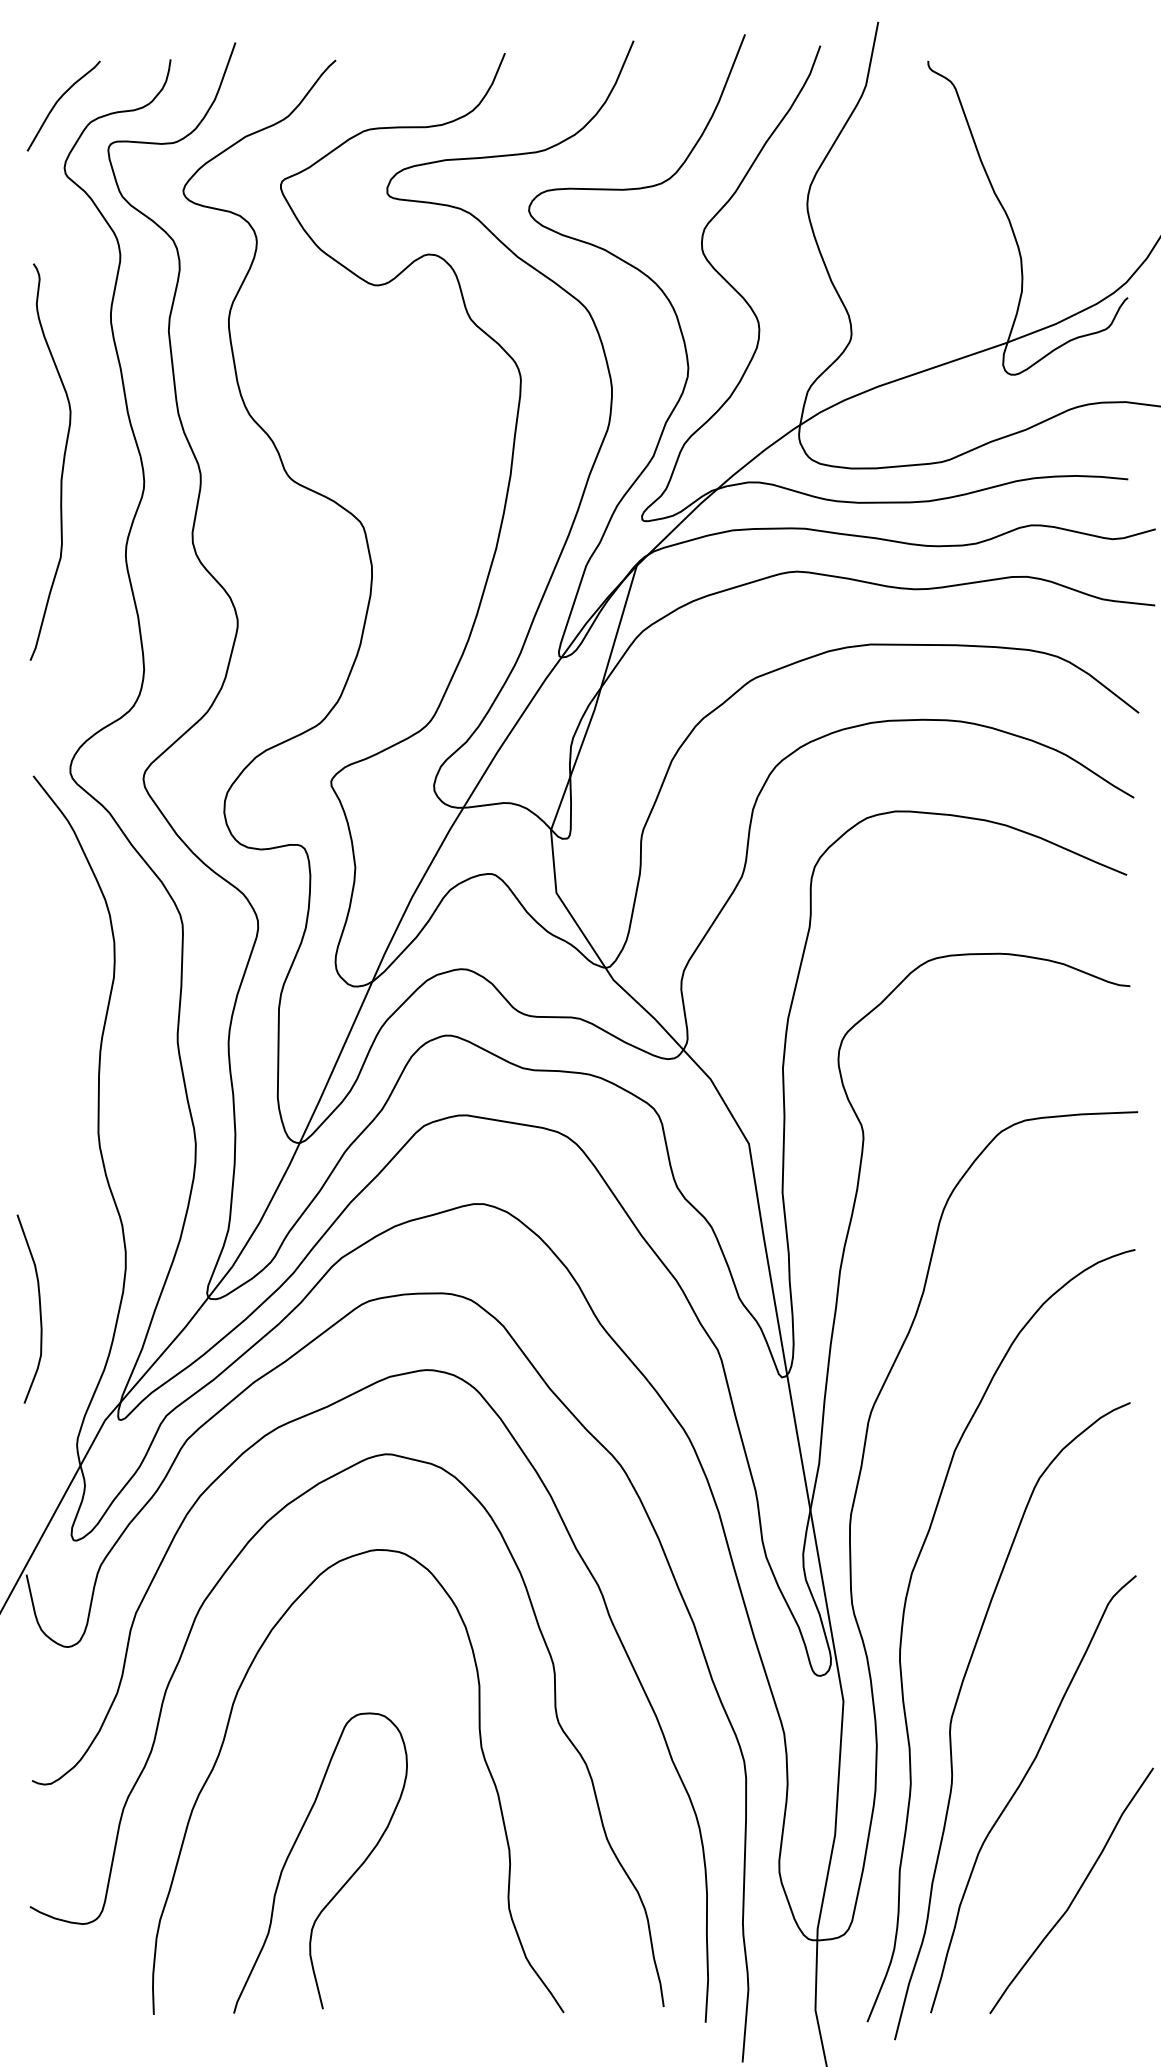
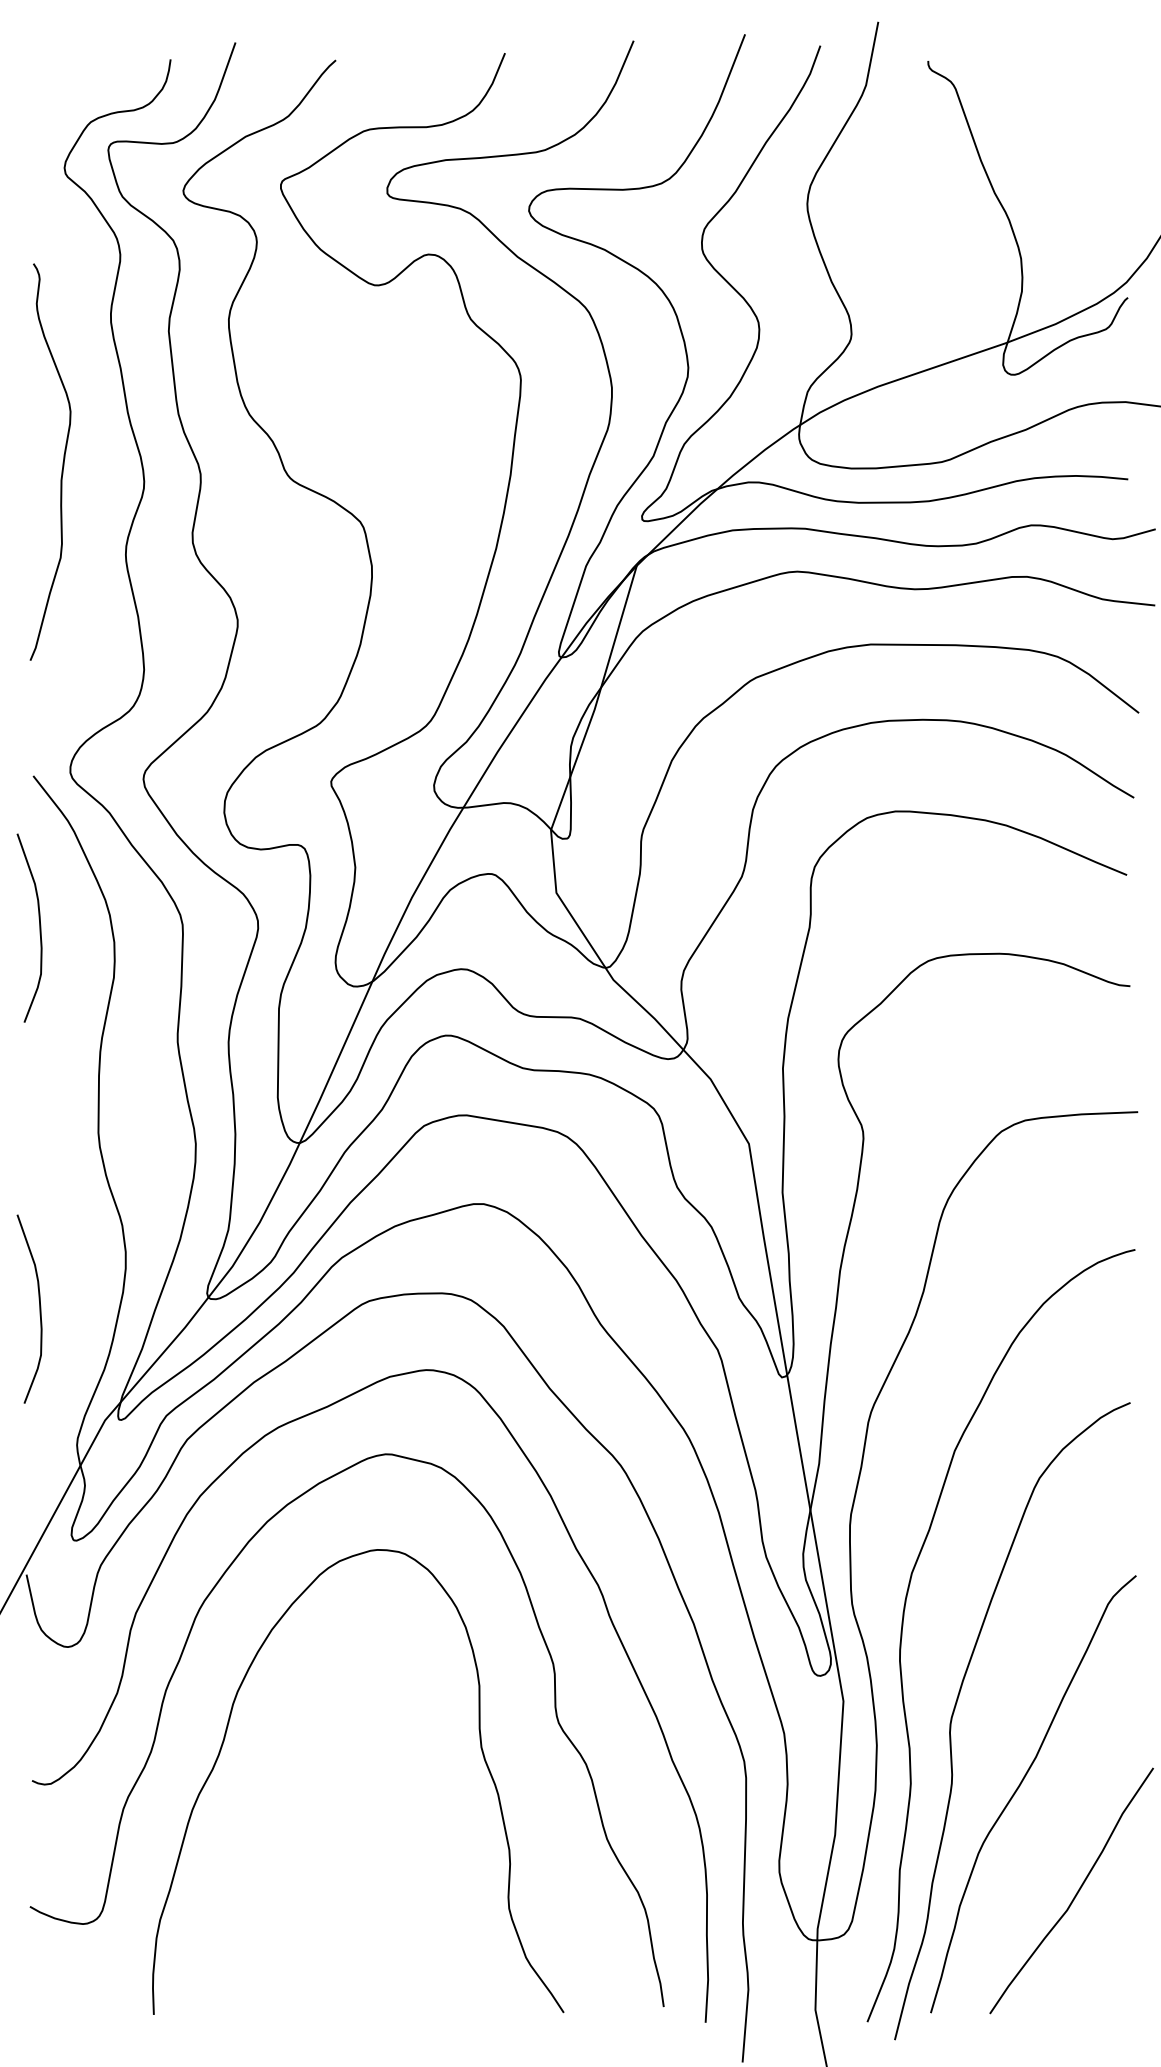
curve at (59, 100): present -> none
curve at (39, 927): none -> present
curve at (293, 1848): present -> none
